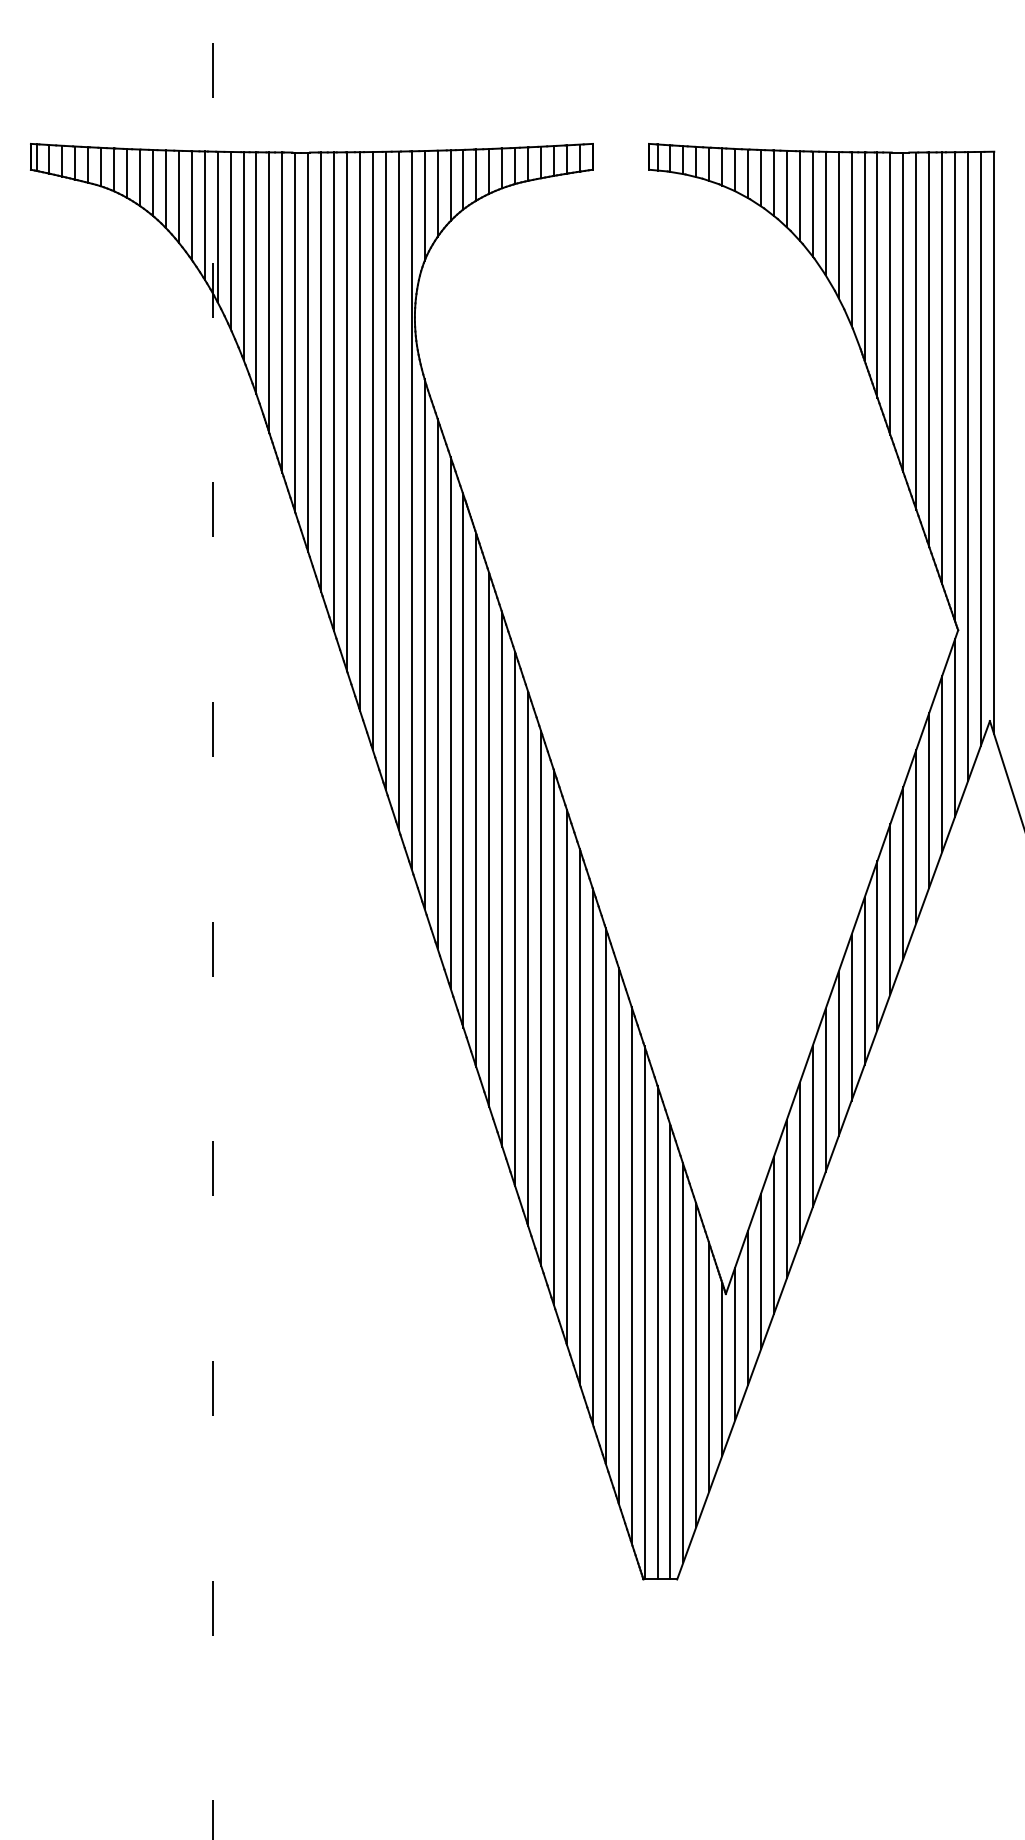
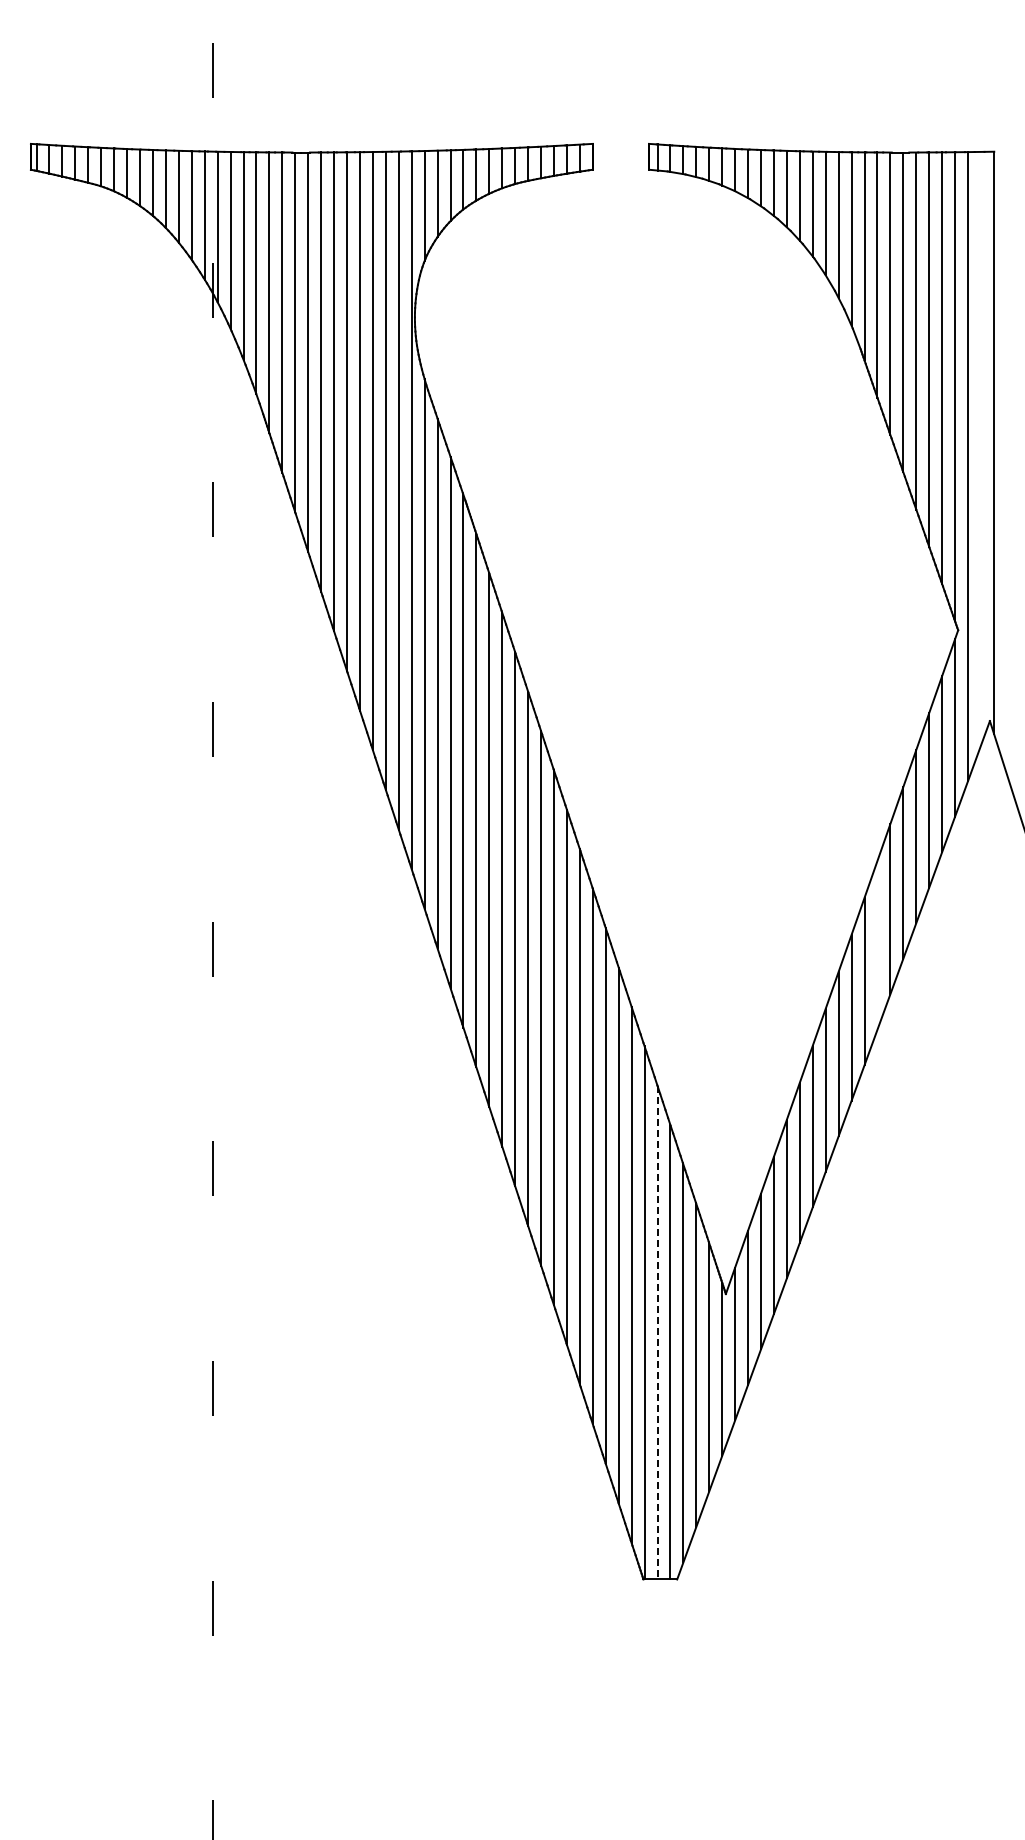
line at (980, 448): present -> none
line at (877, 944): present -> none
line at (657, 1332): solid -> dashed
